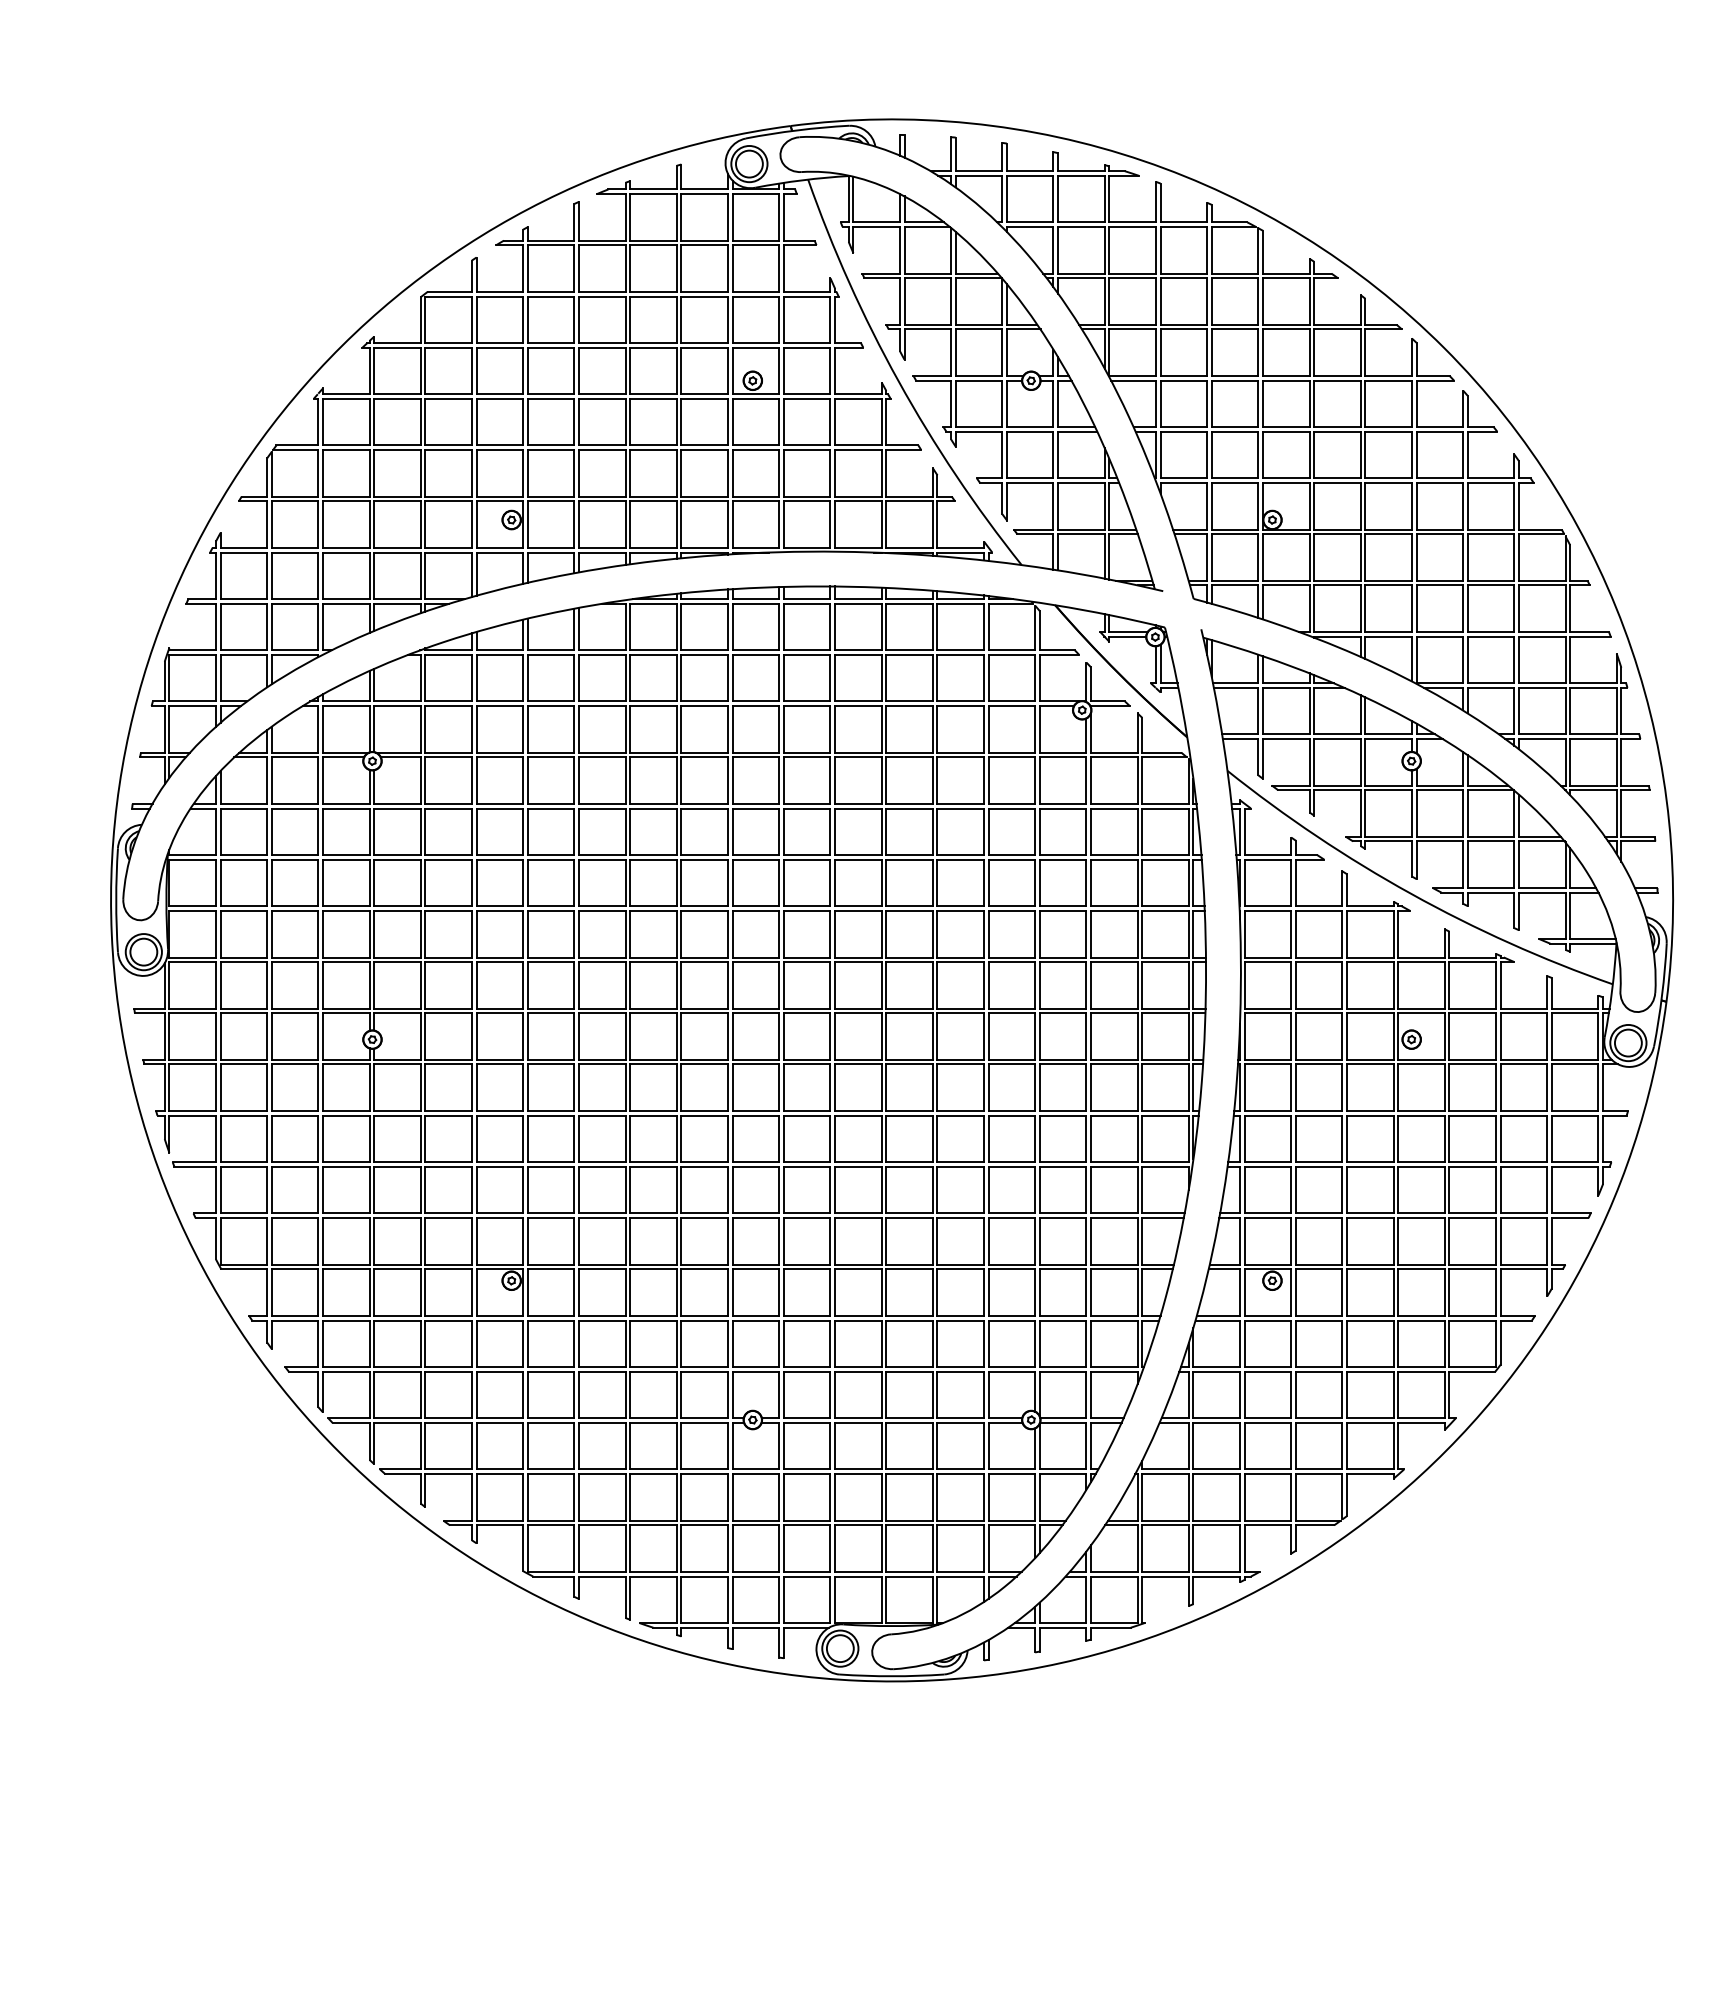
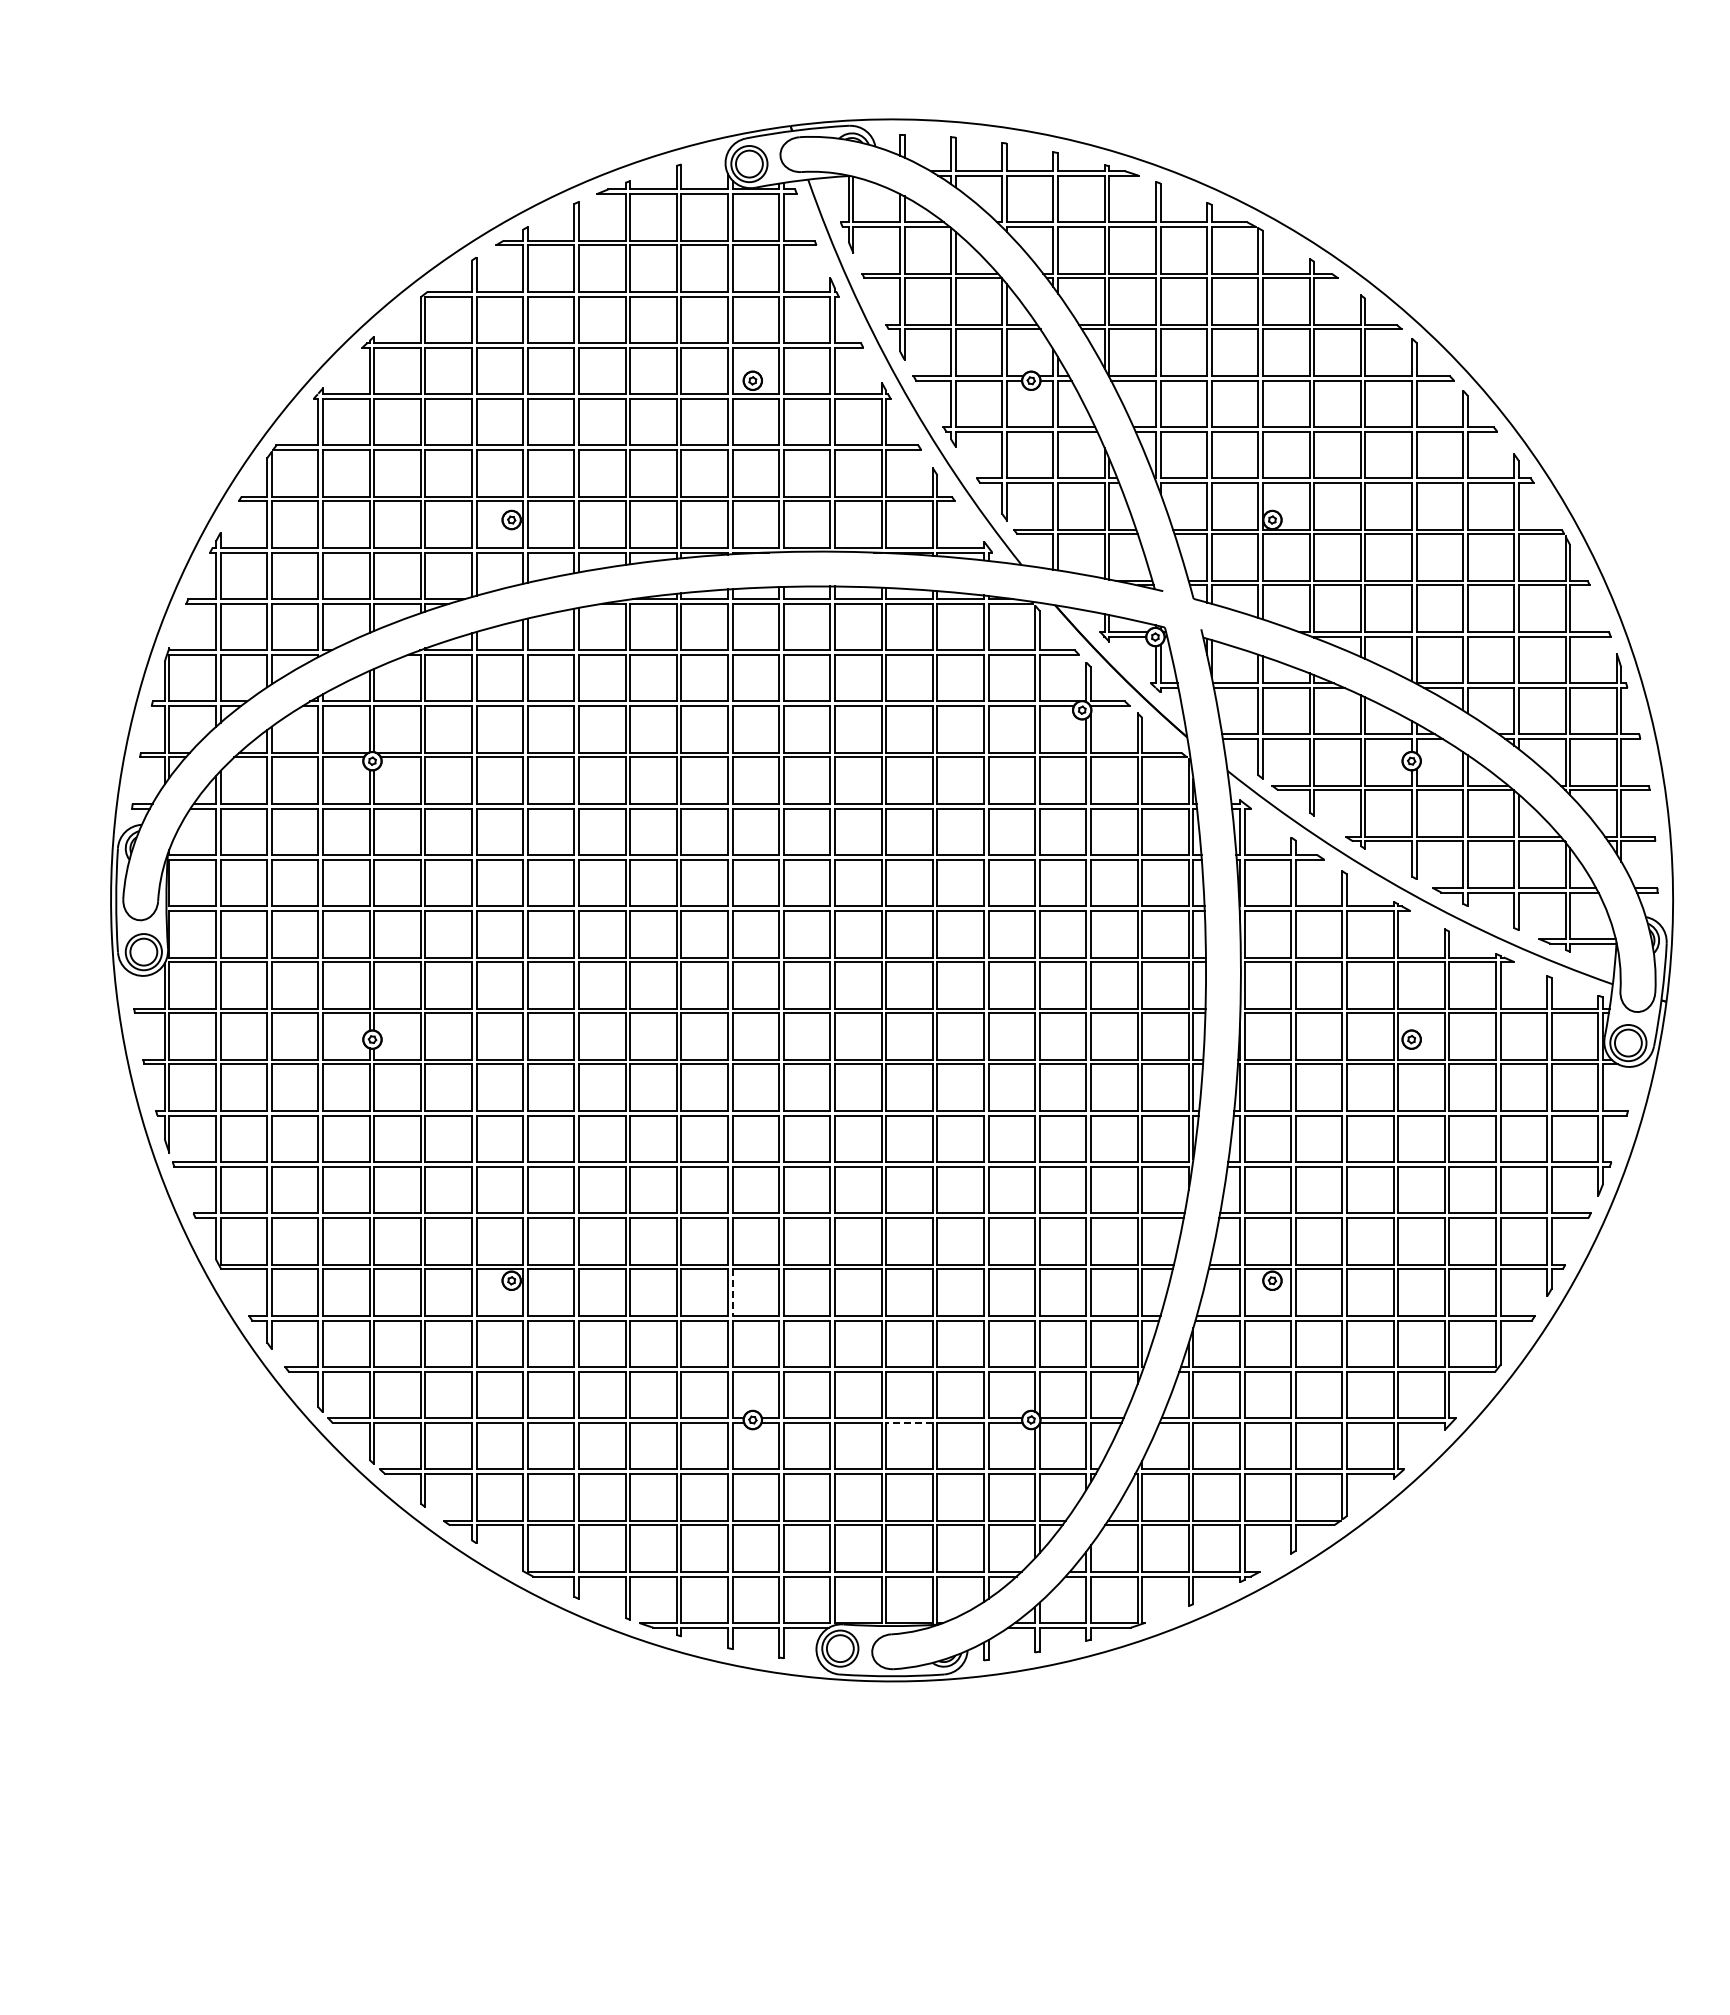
line at (732, 1293): solid -> dashed
line at (908, 1422): solid -> dashed
